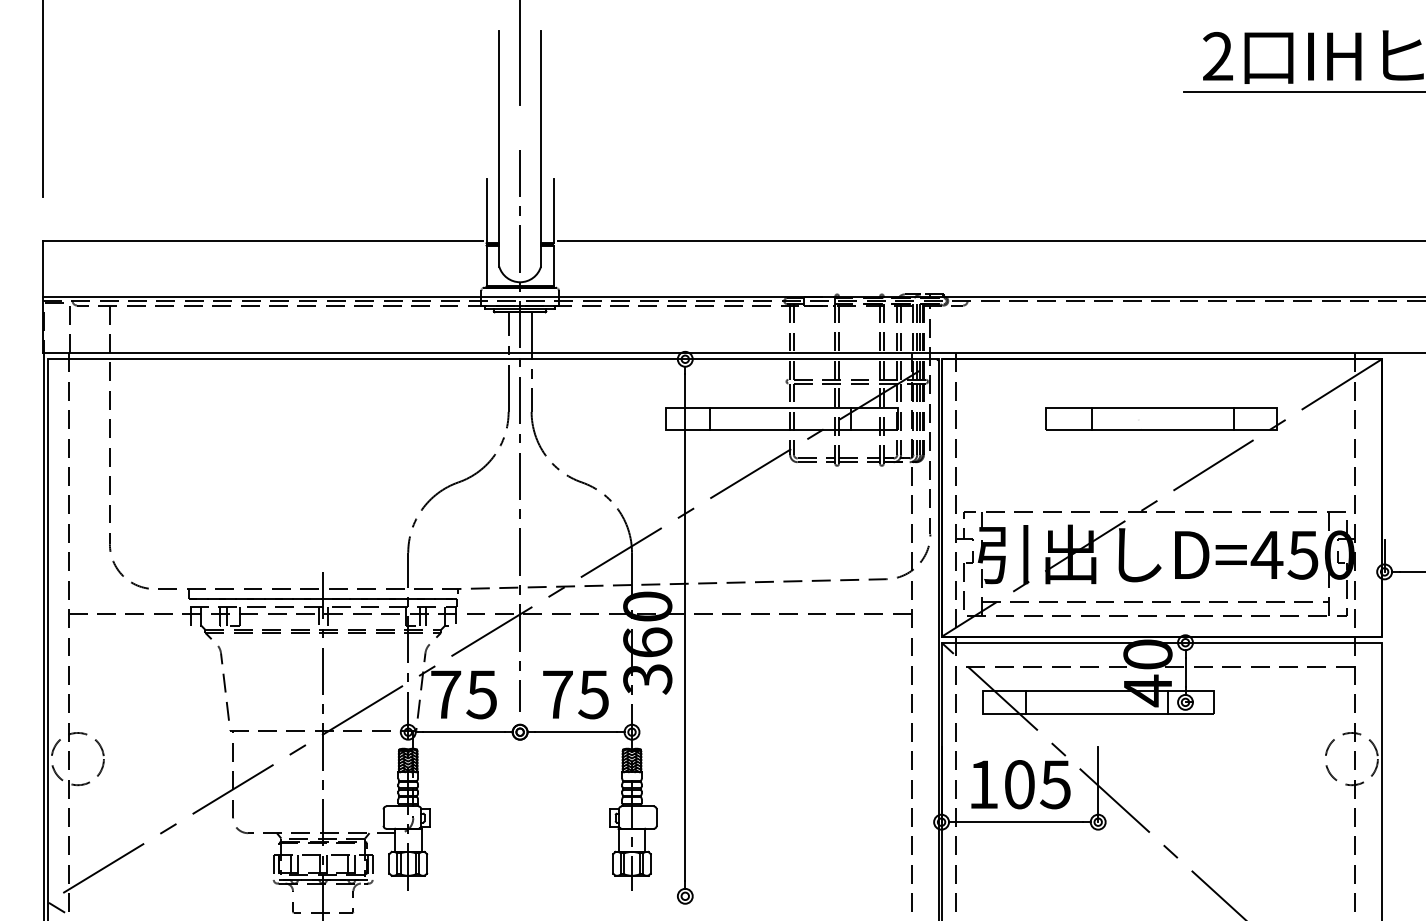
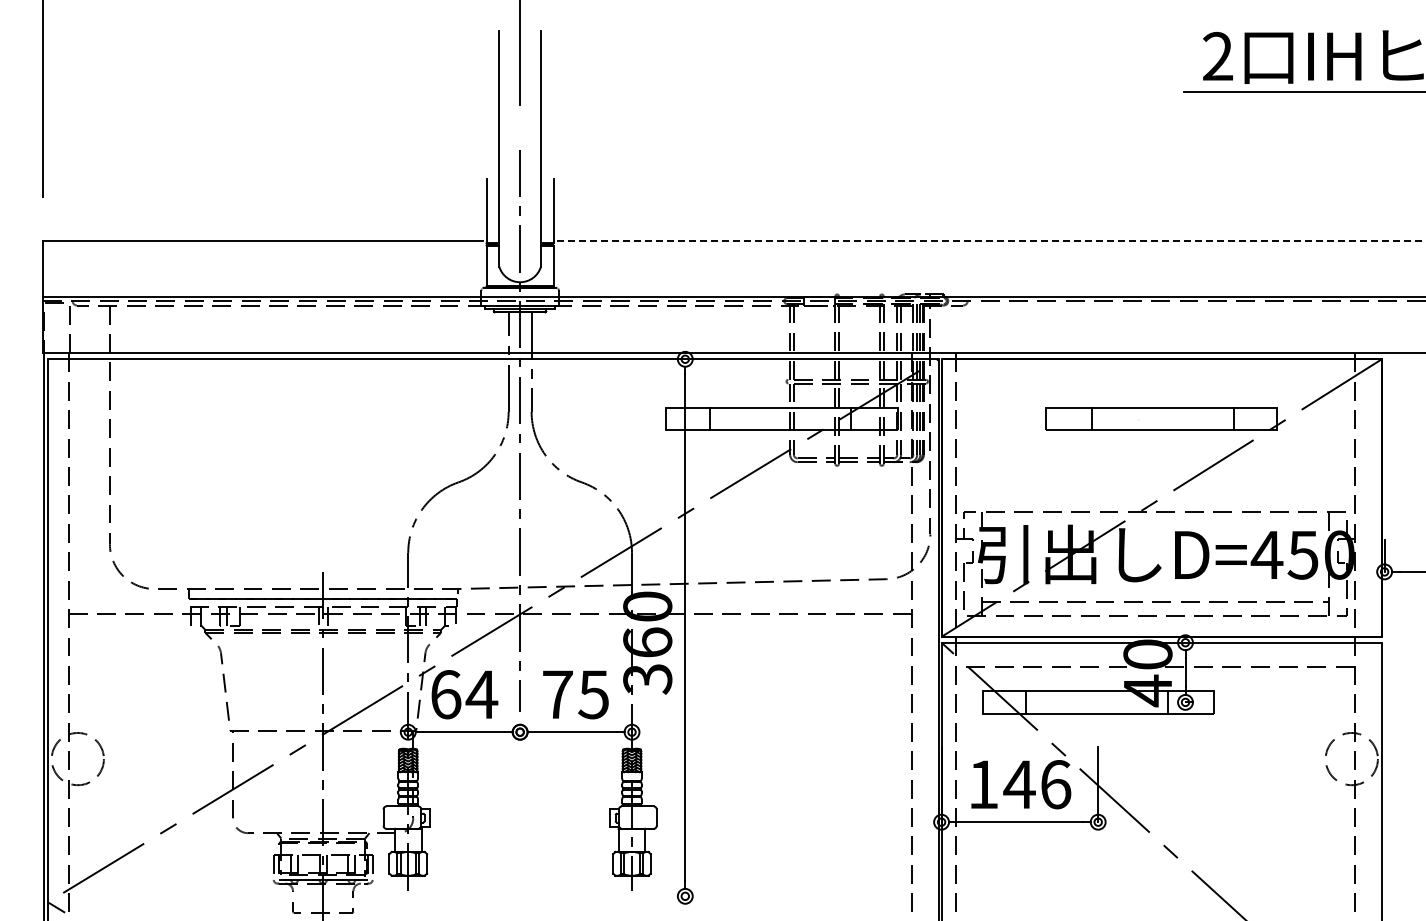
line at (991, 241): solid -> dashed
text at (464, 694): 75 -> 64
text at (1037, 784): 105 -> 146
